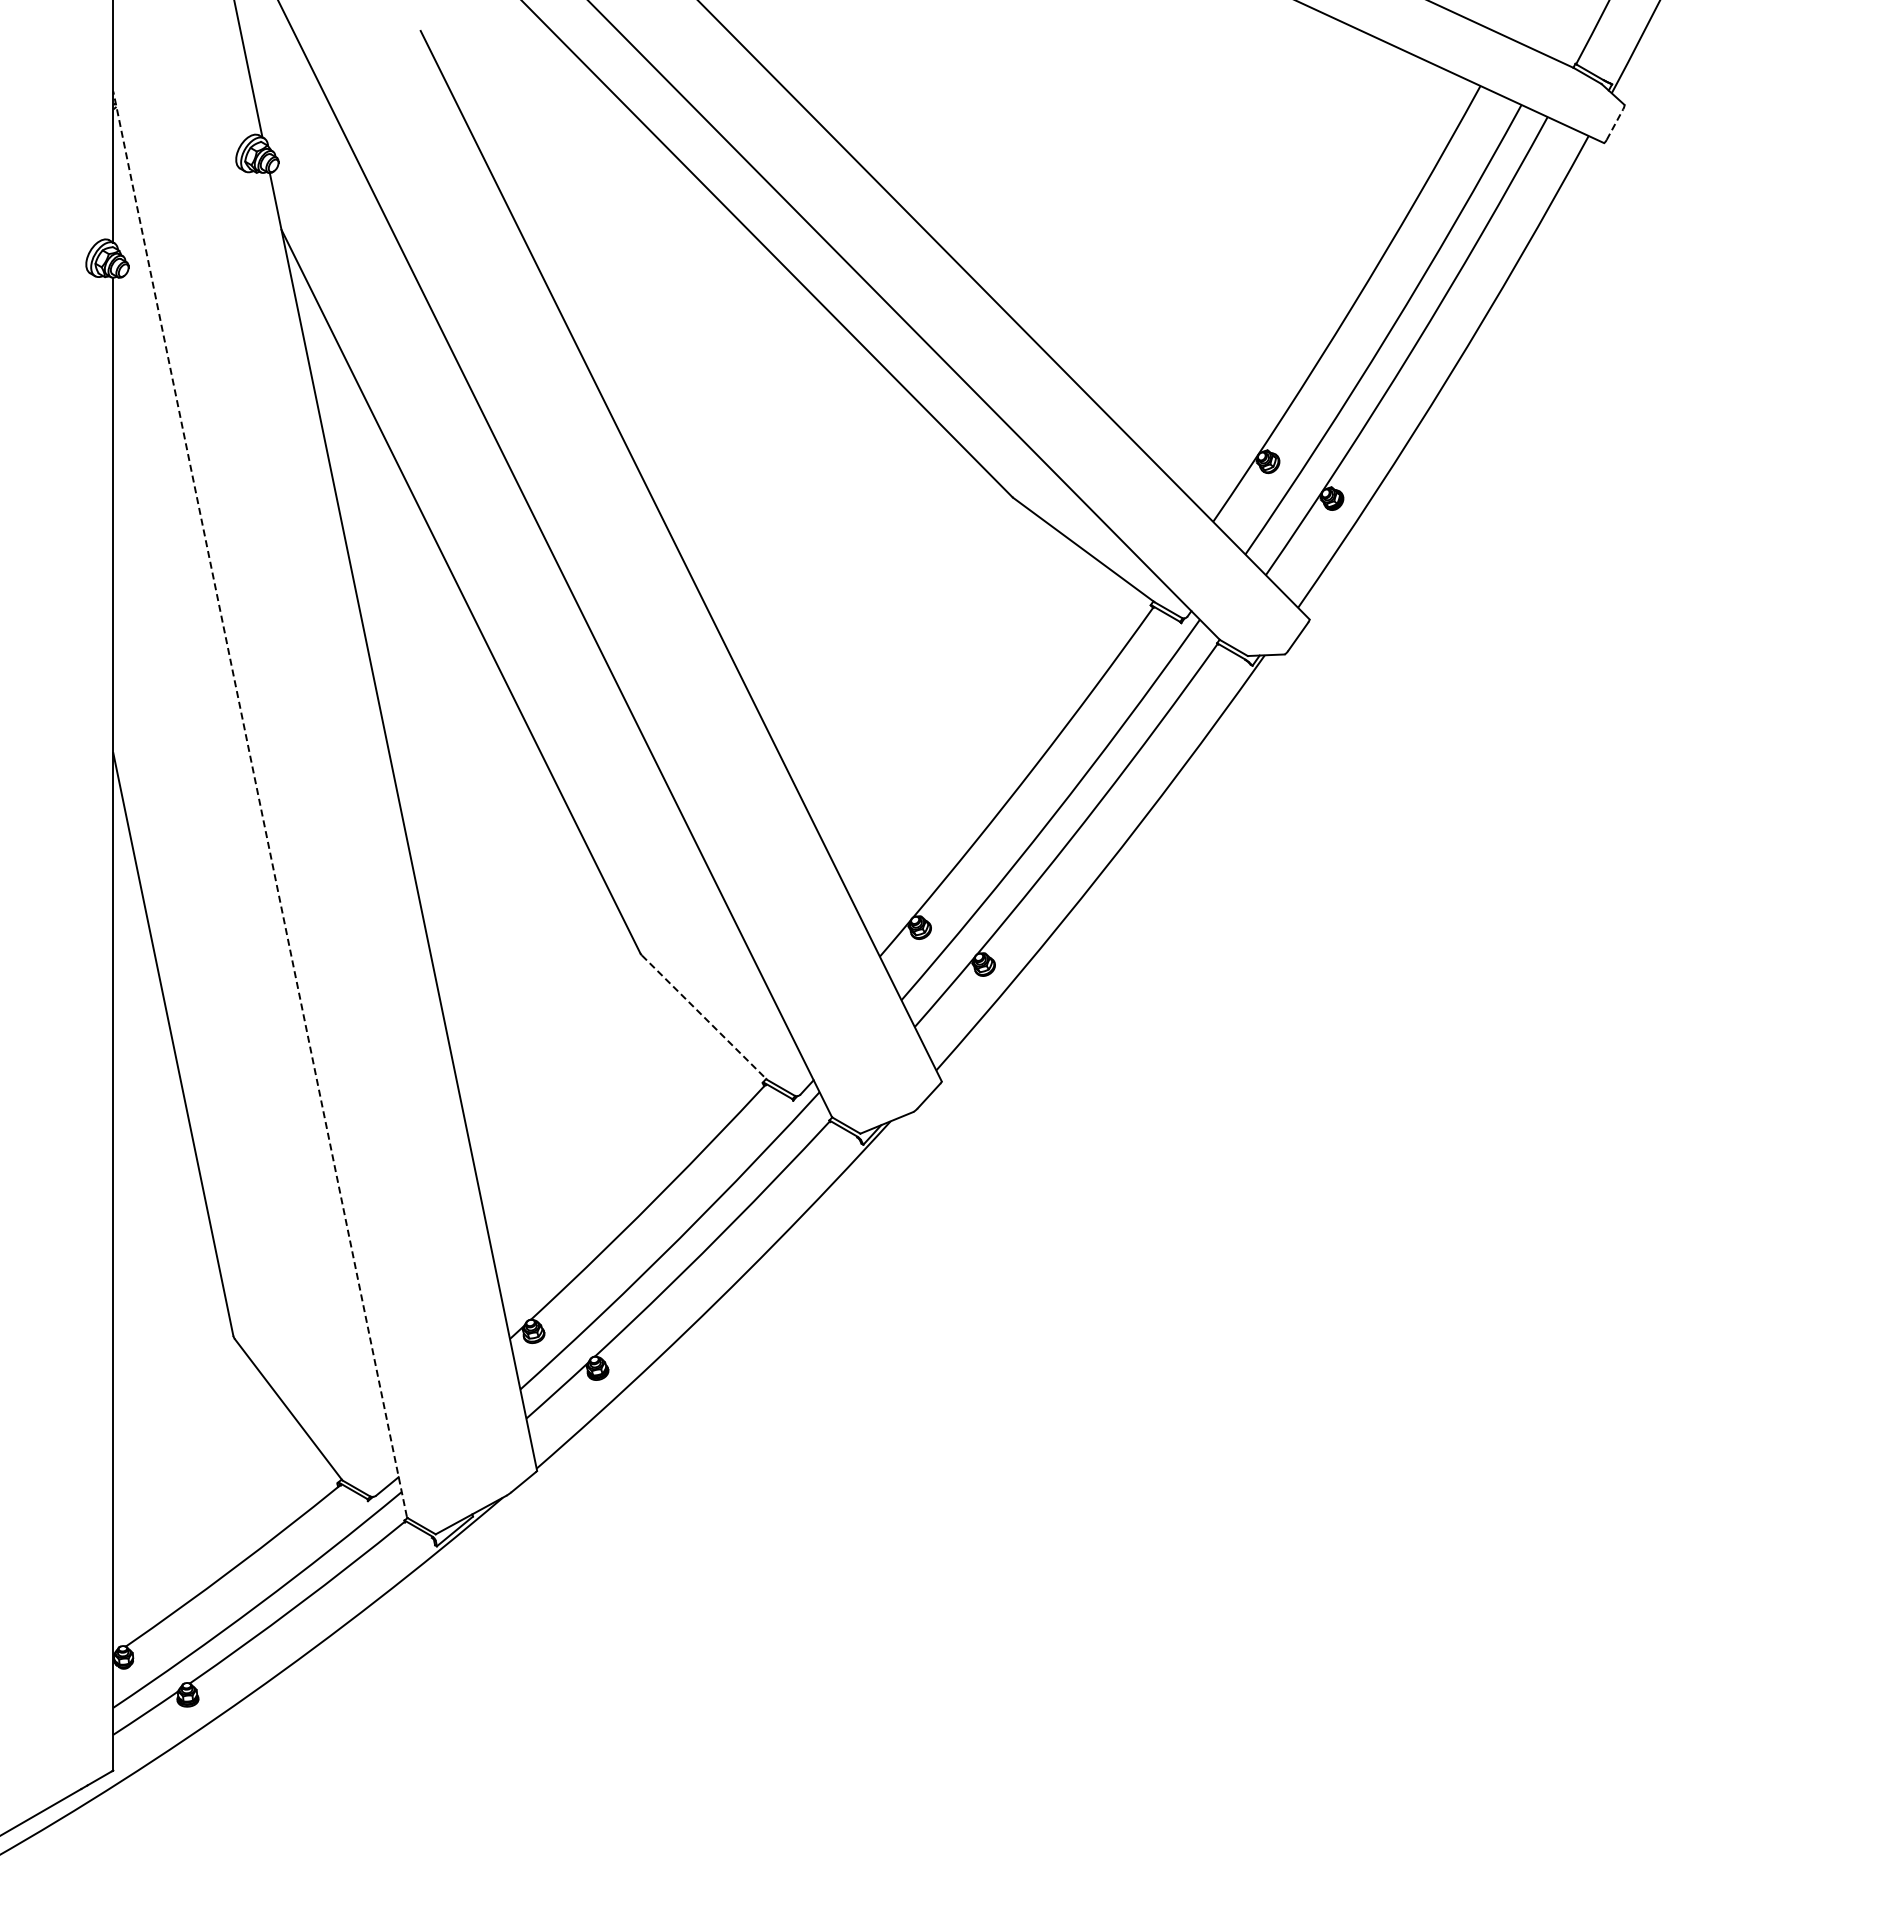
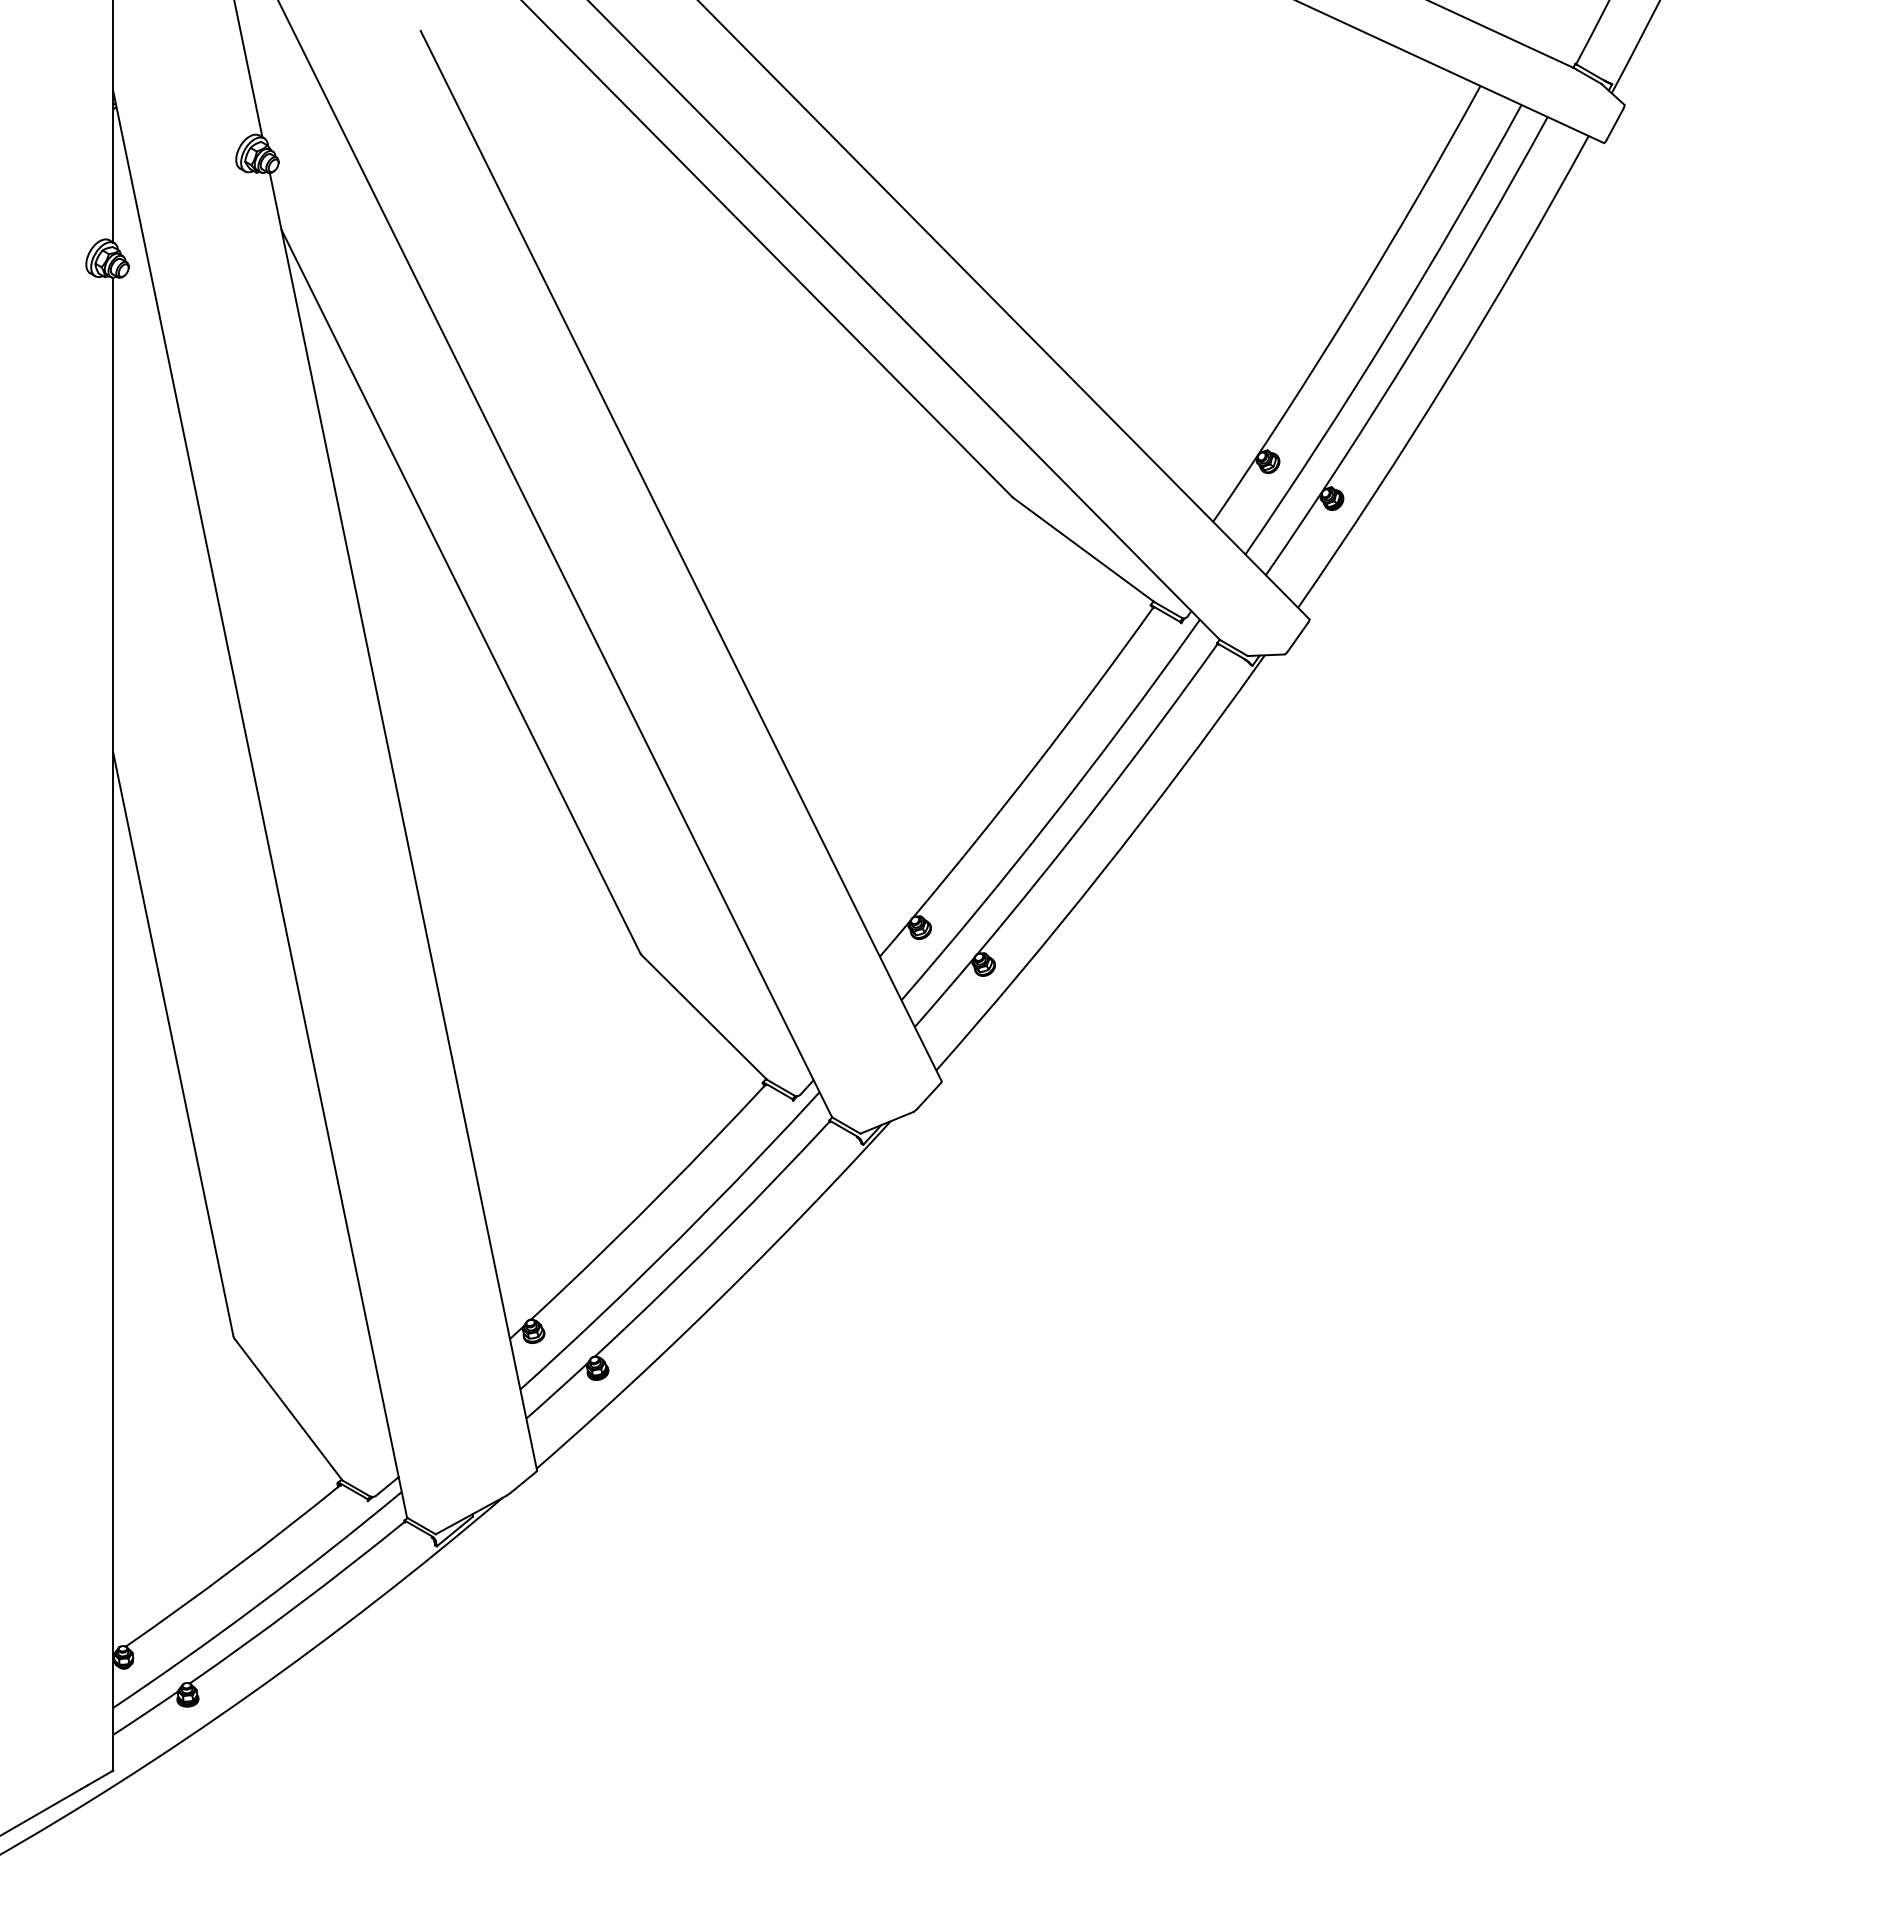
line at (1615, 124): dashed -> solid
line at (260, 804): dashed -> solid
line at (704, 1018): dashed -> solid
